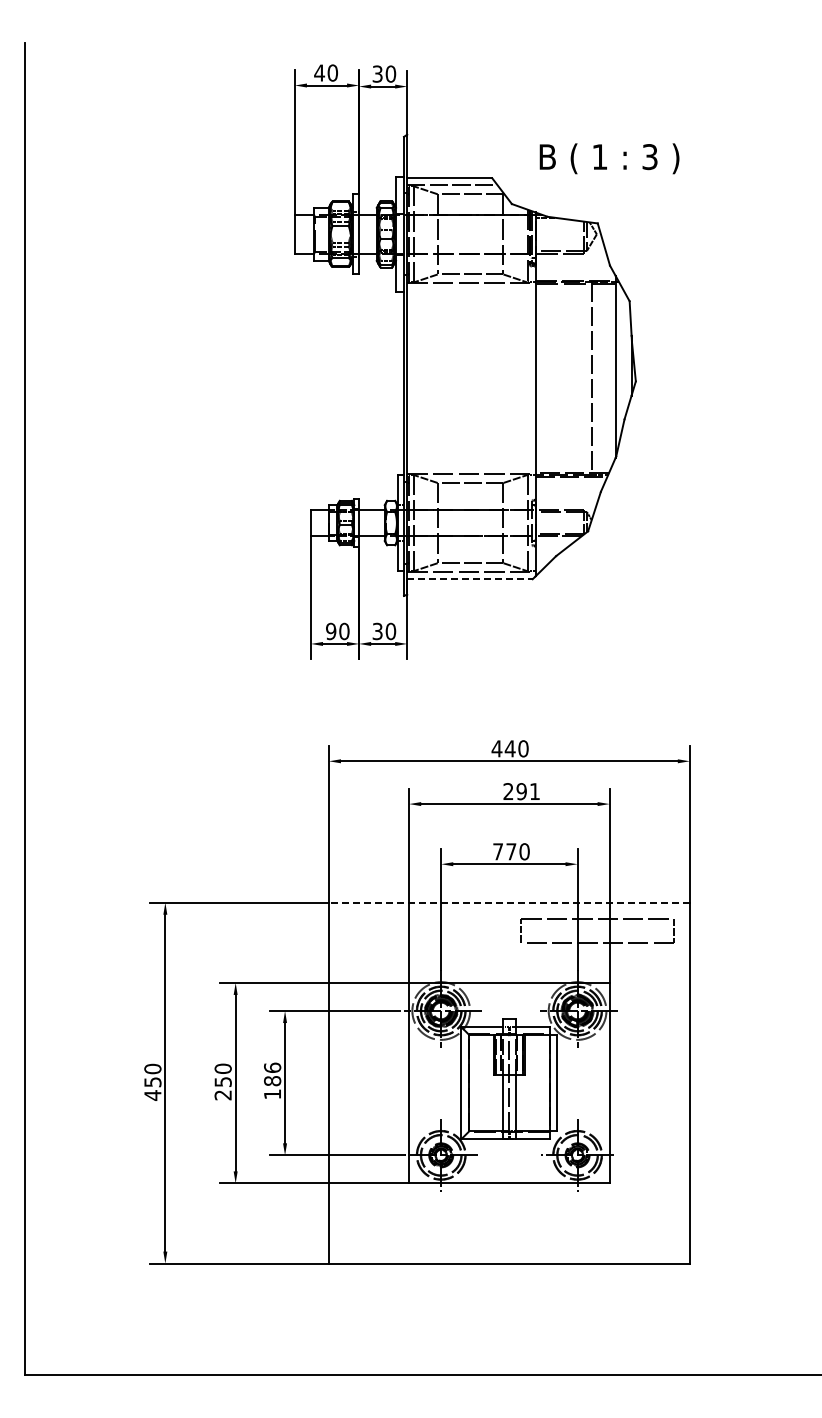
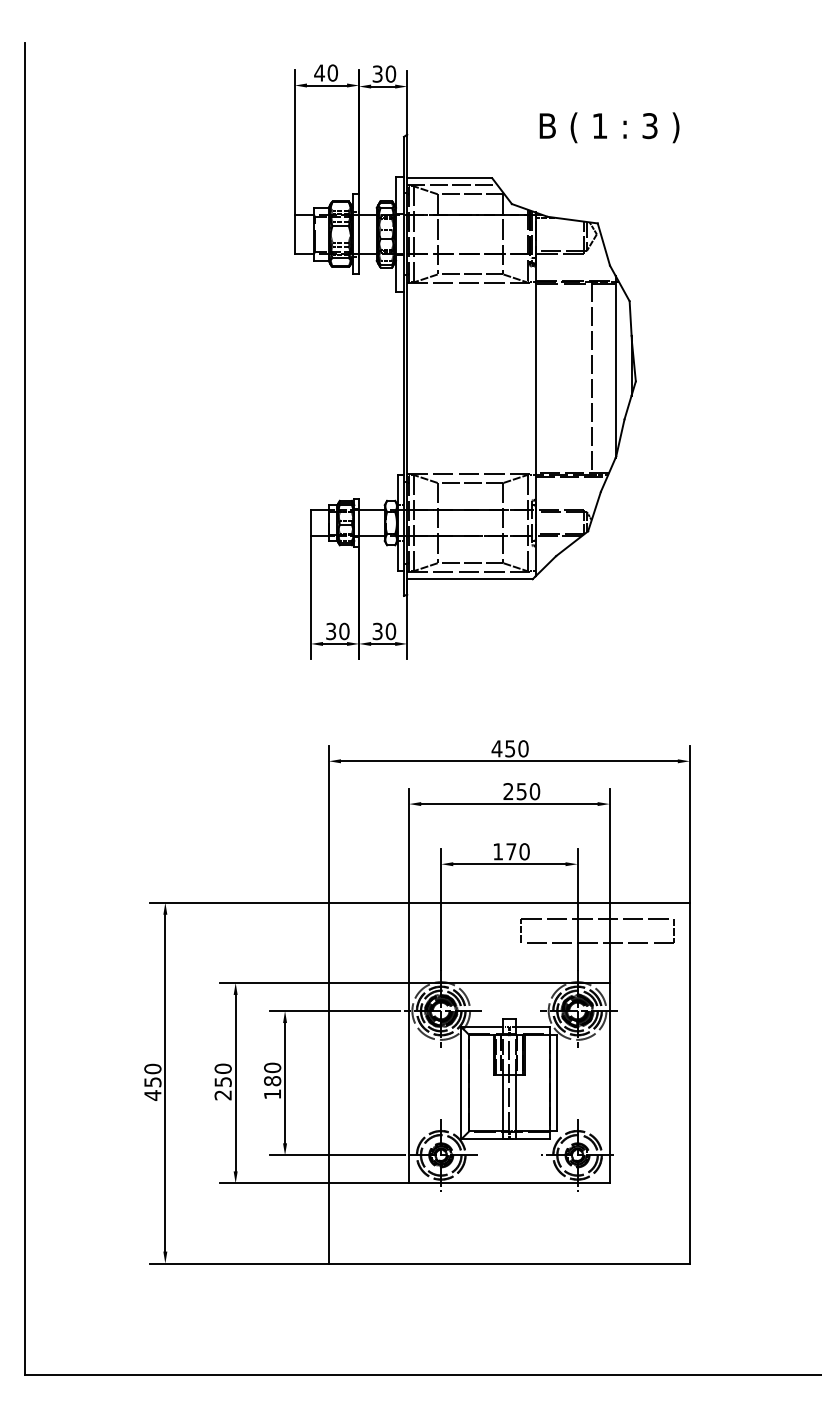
text at (609, 158) position: (609, 158) -> (609, 127)
line at (469, 579): dashed -> solid
text at (331, 630): 90 -> 30
text at (509, 748): 440 -> 450
text at (528, 791): 291 -> 250
text at (497, 851): 770 -> 170
line at (508, 902): dashed -> solid
text at (272, 1067): 186 -> 180
